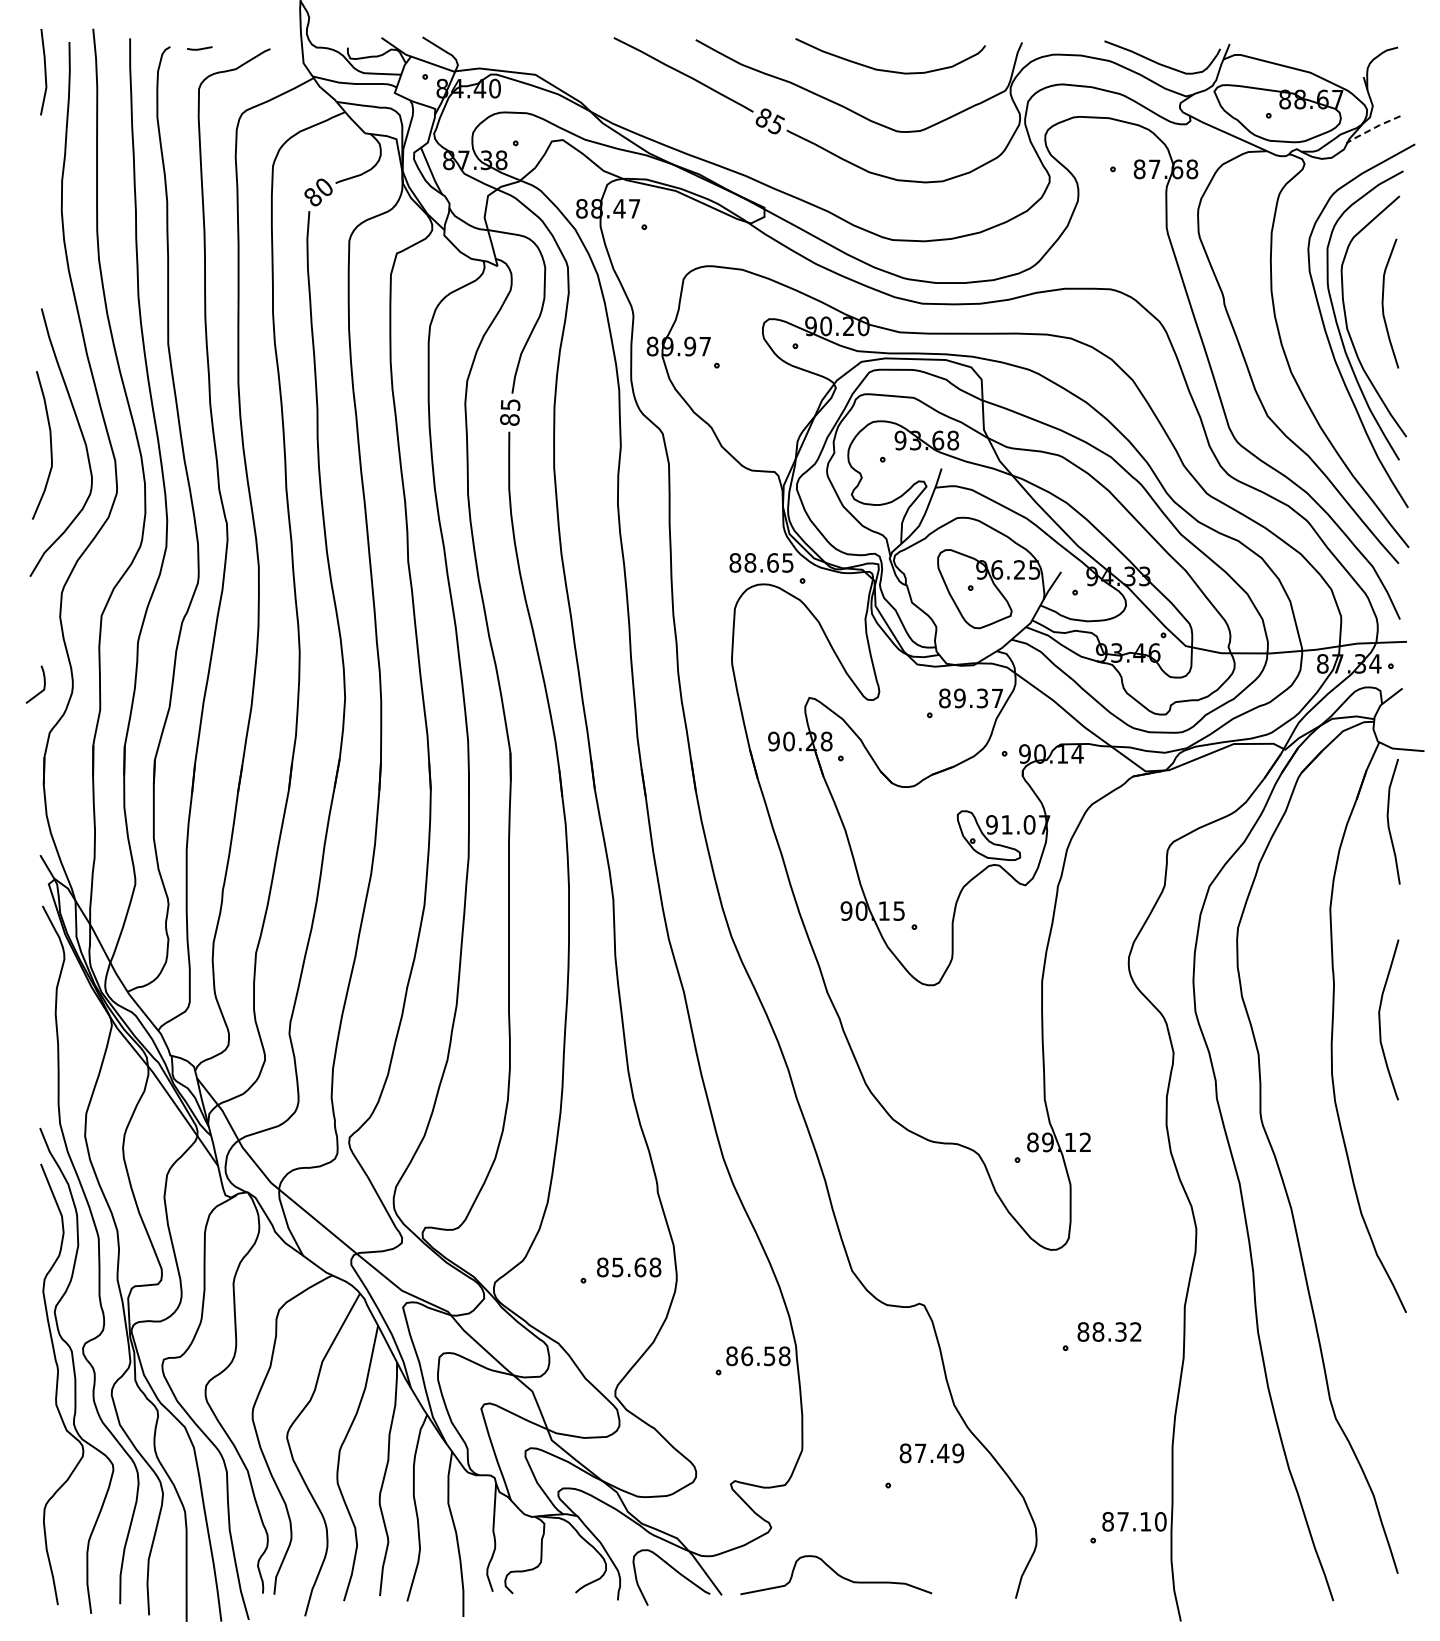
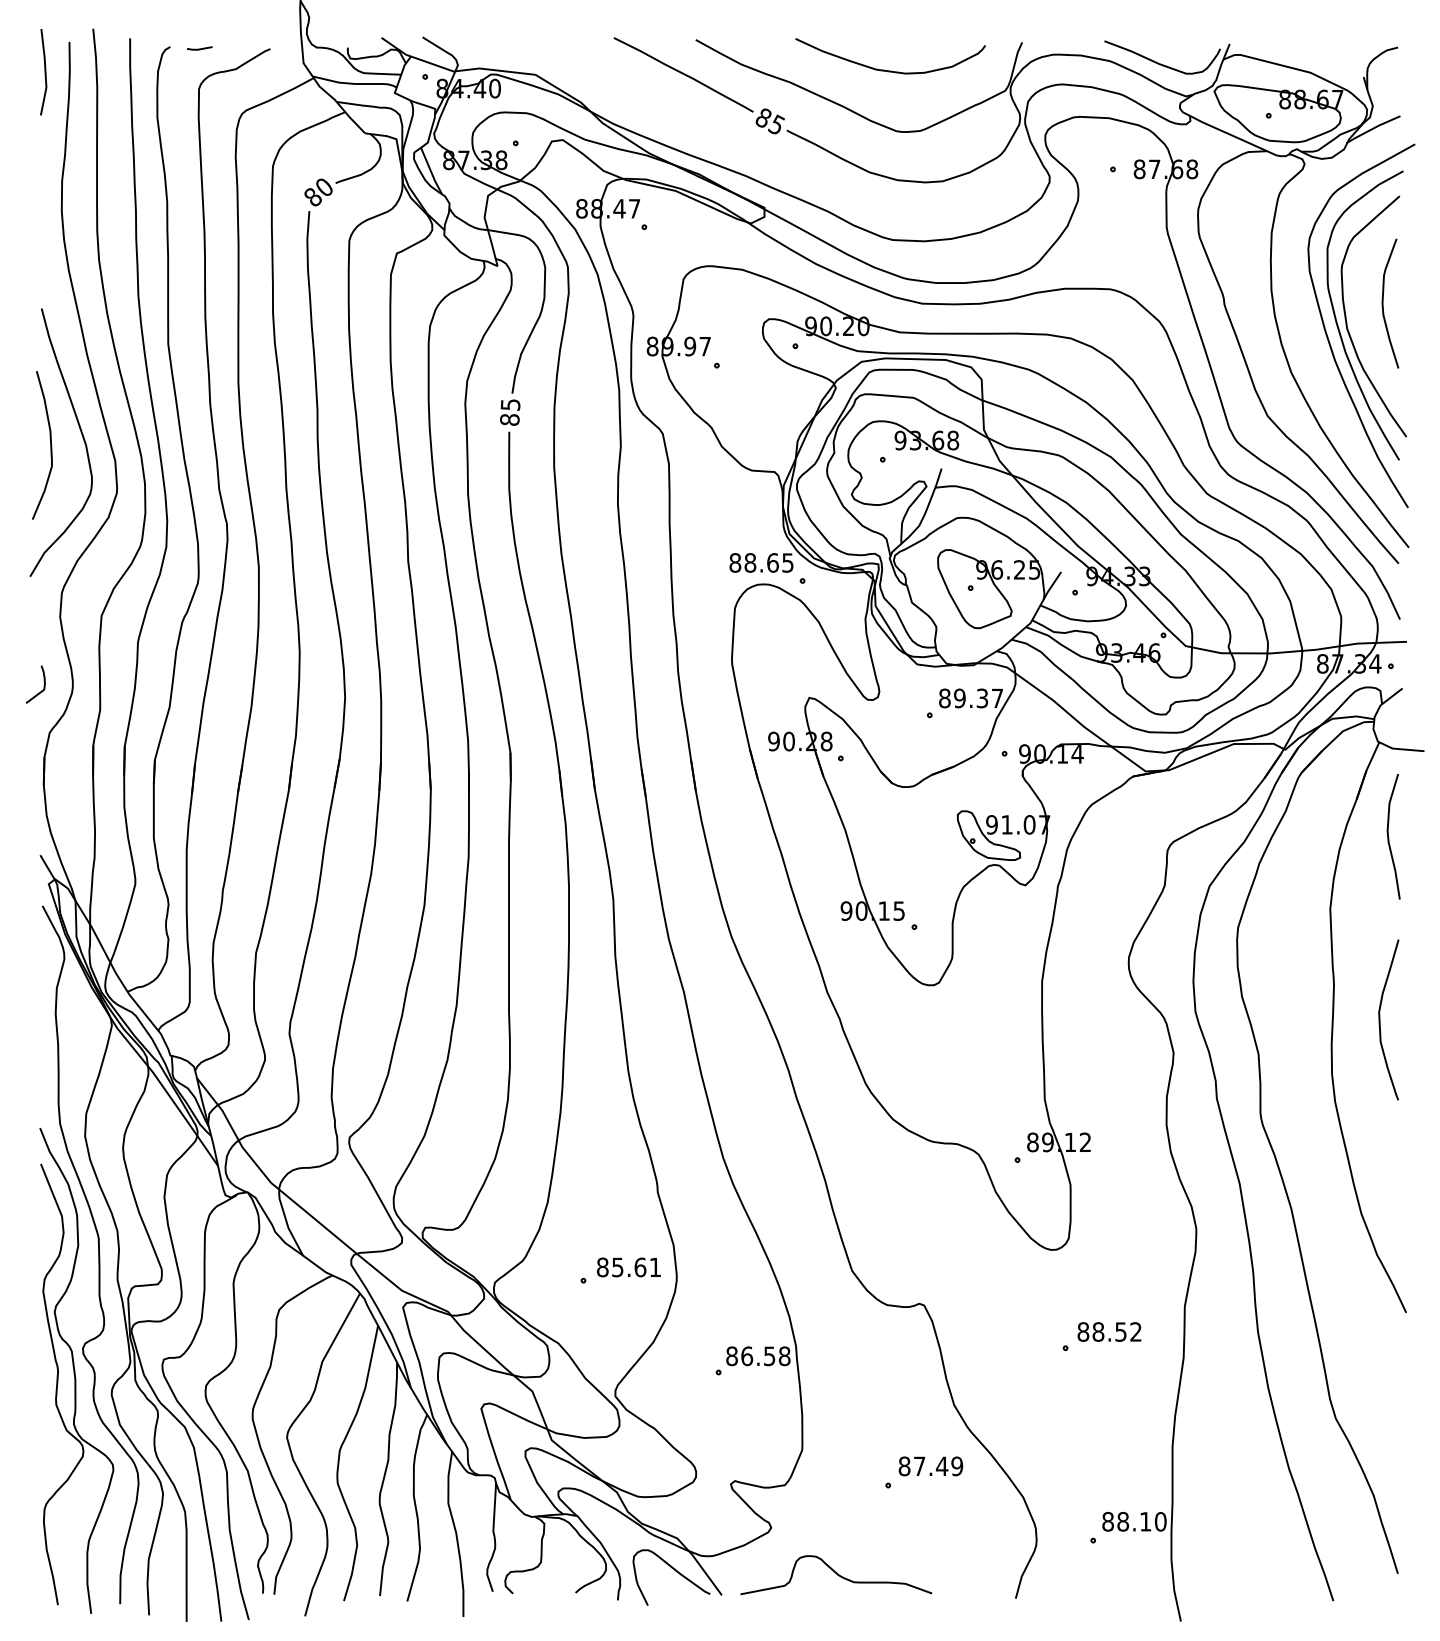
line at (1373, 128): dashed -> solid
curve at (1389, 822) position: (1389, 822) -> (1389, 837)
text at (655, 1267): 85.68 -> 85.61
text at (1120, 1331): 88.32 -> 88.52
text at (931, 1453) position: (931, 1453) -> (930, 1466)
text at (1123, 1521): 87.10 -> 88.10
